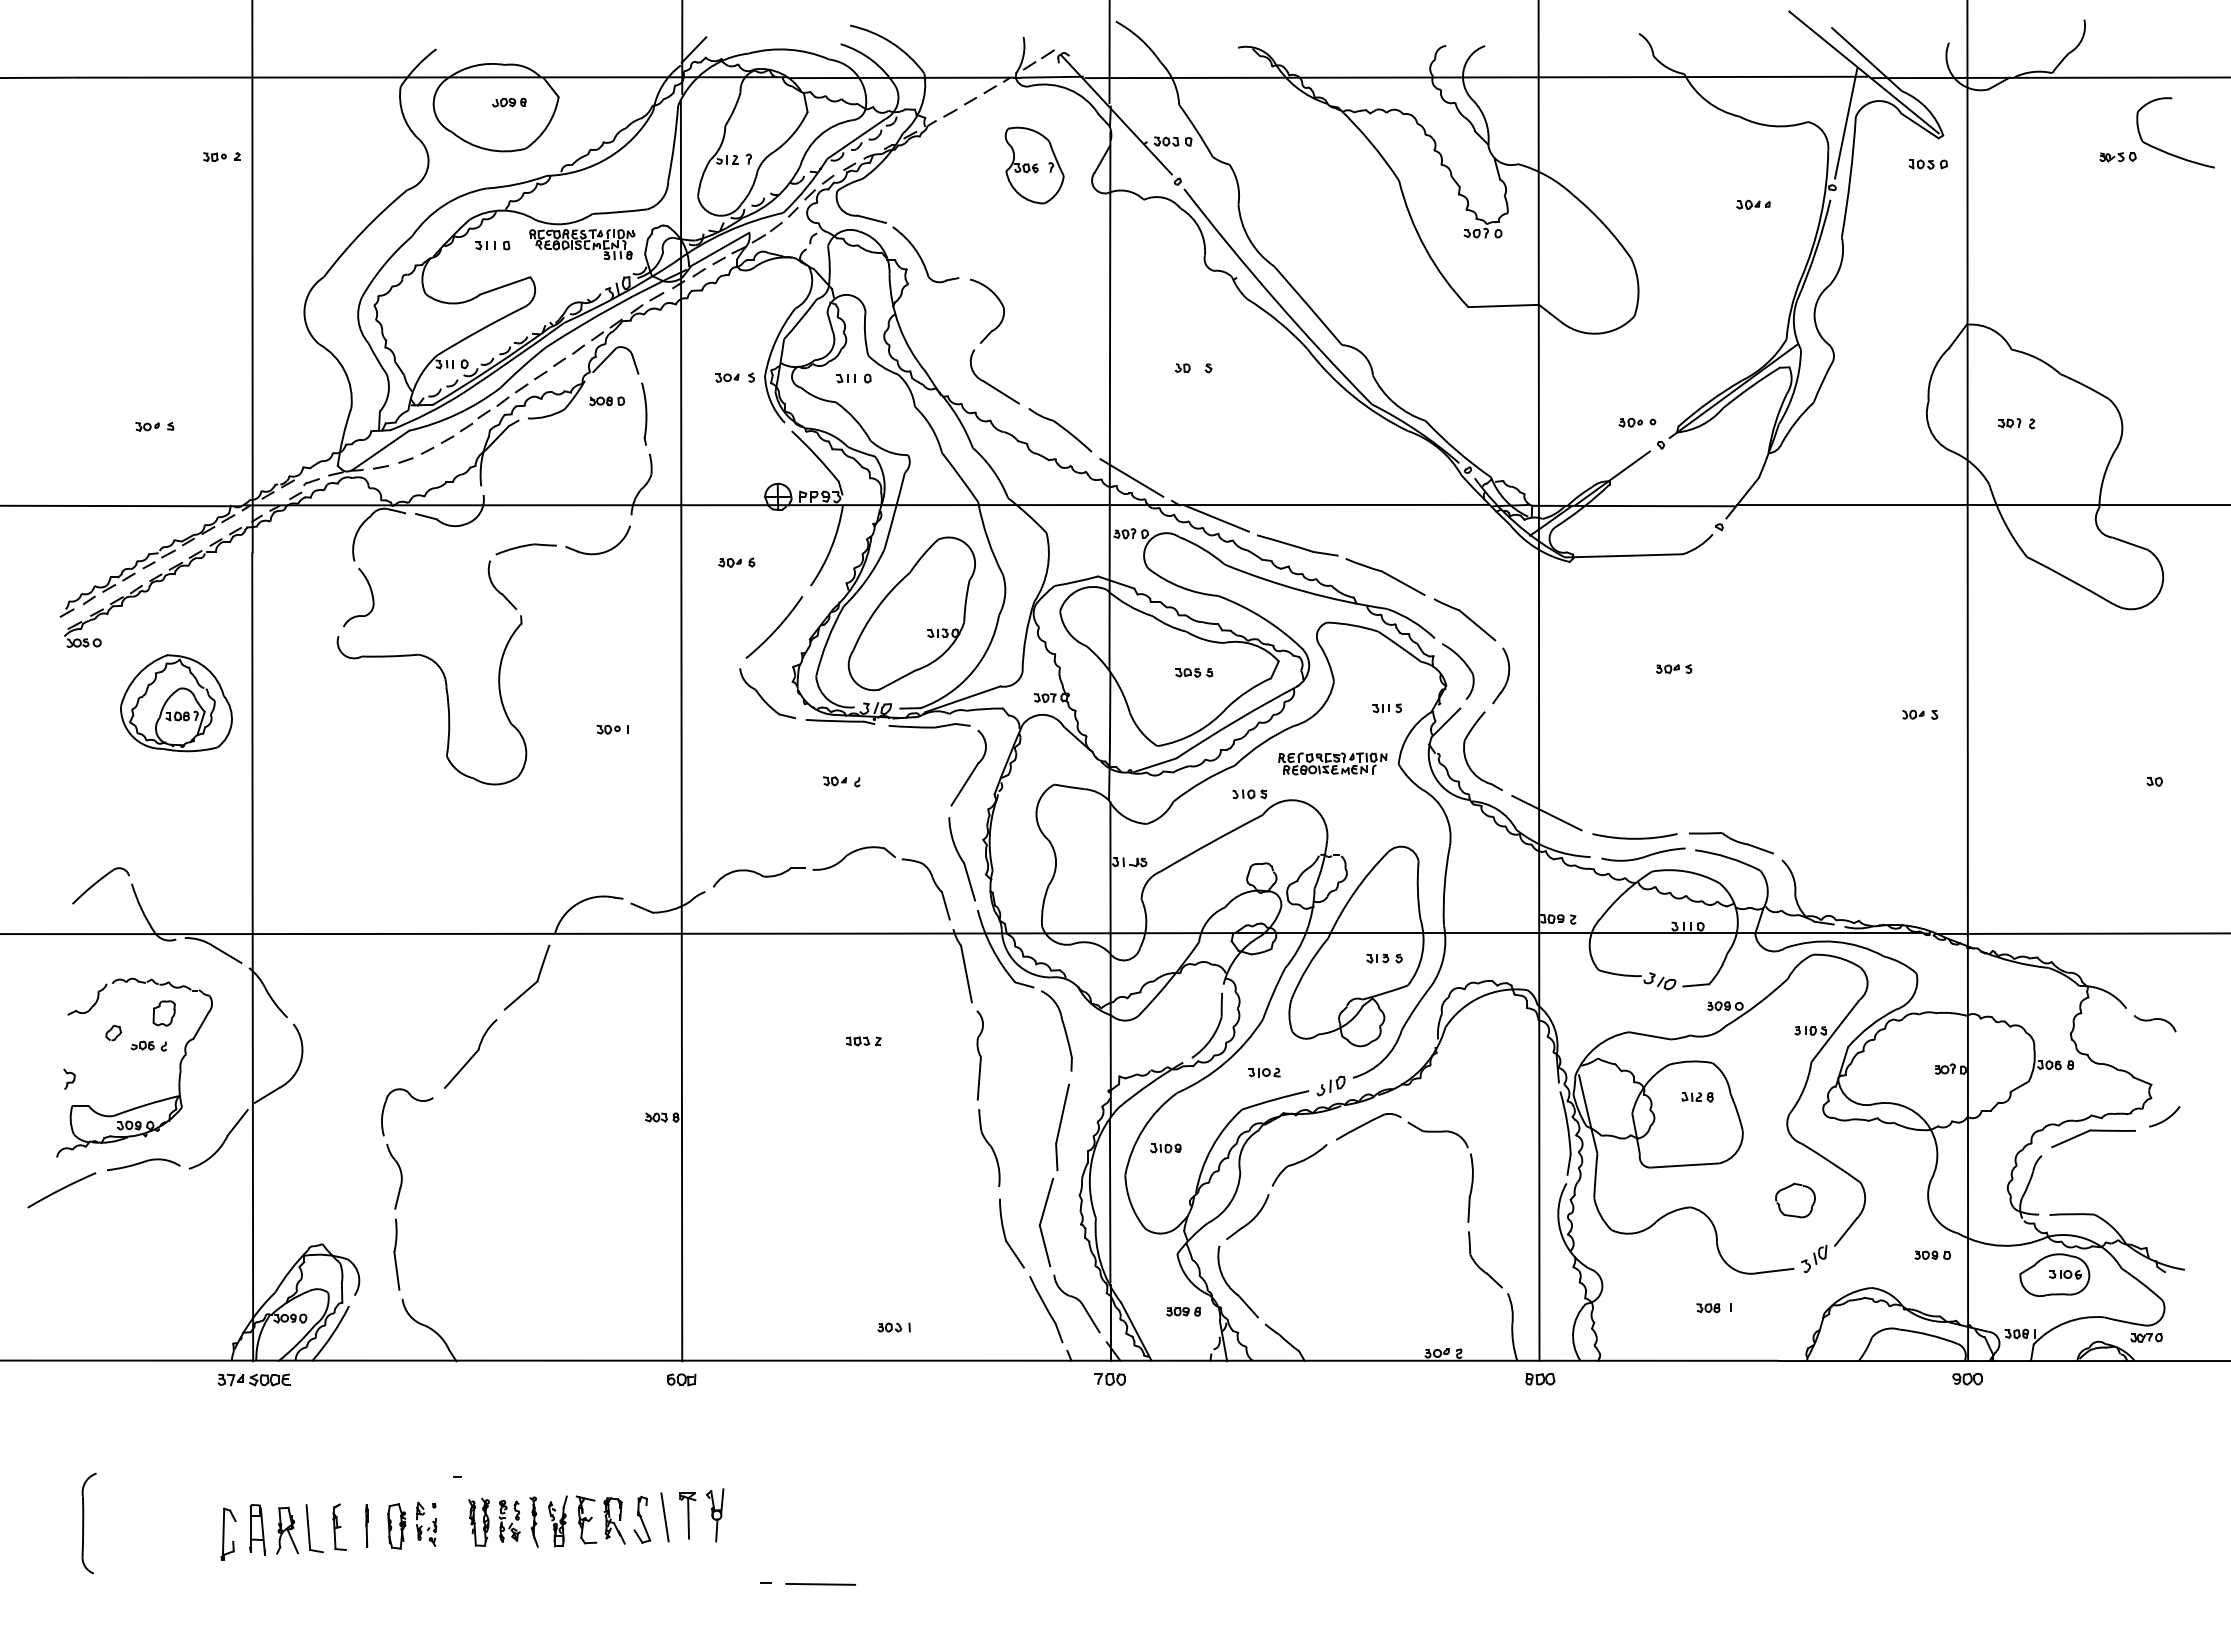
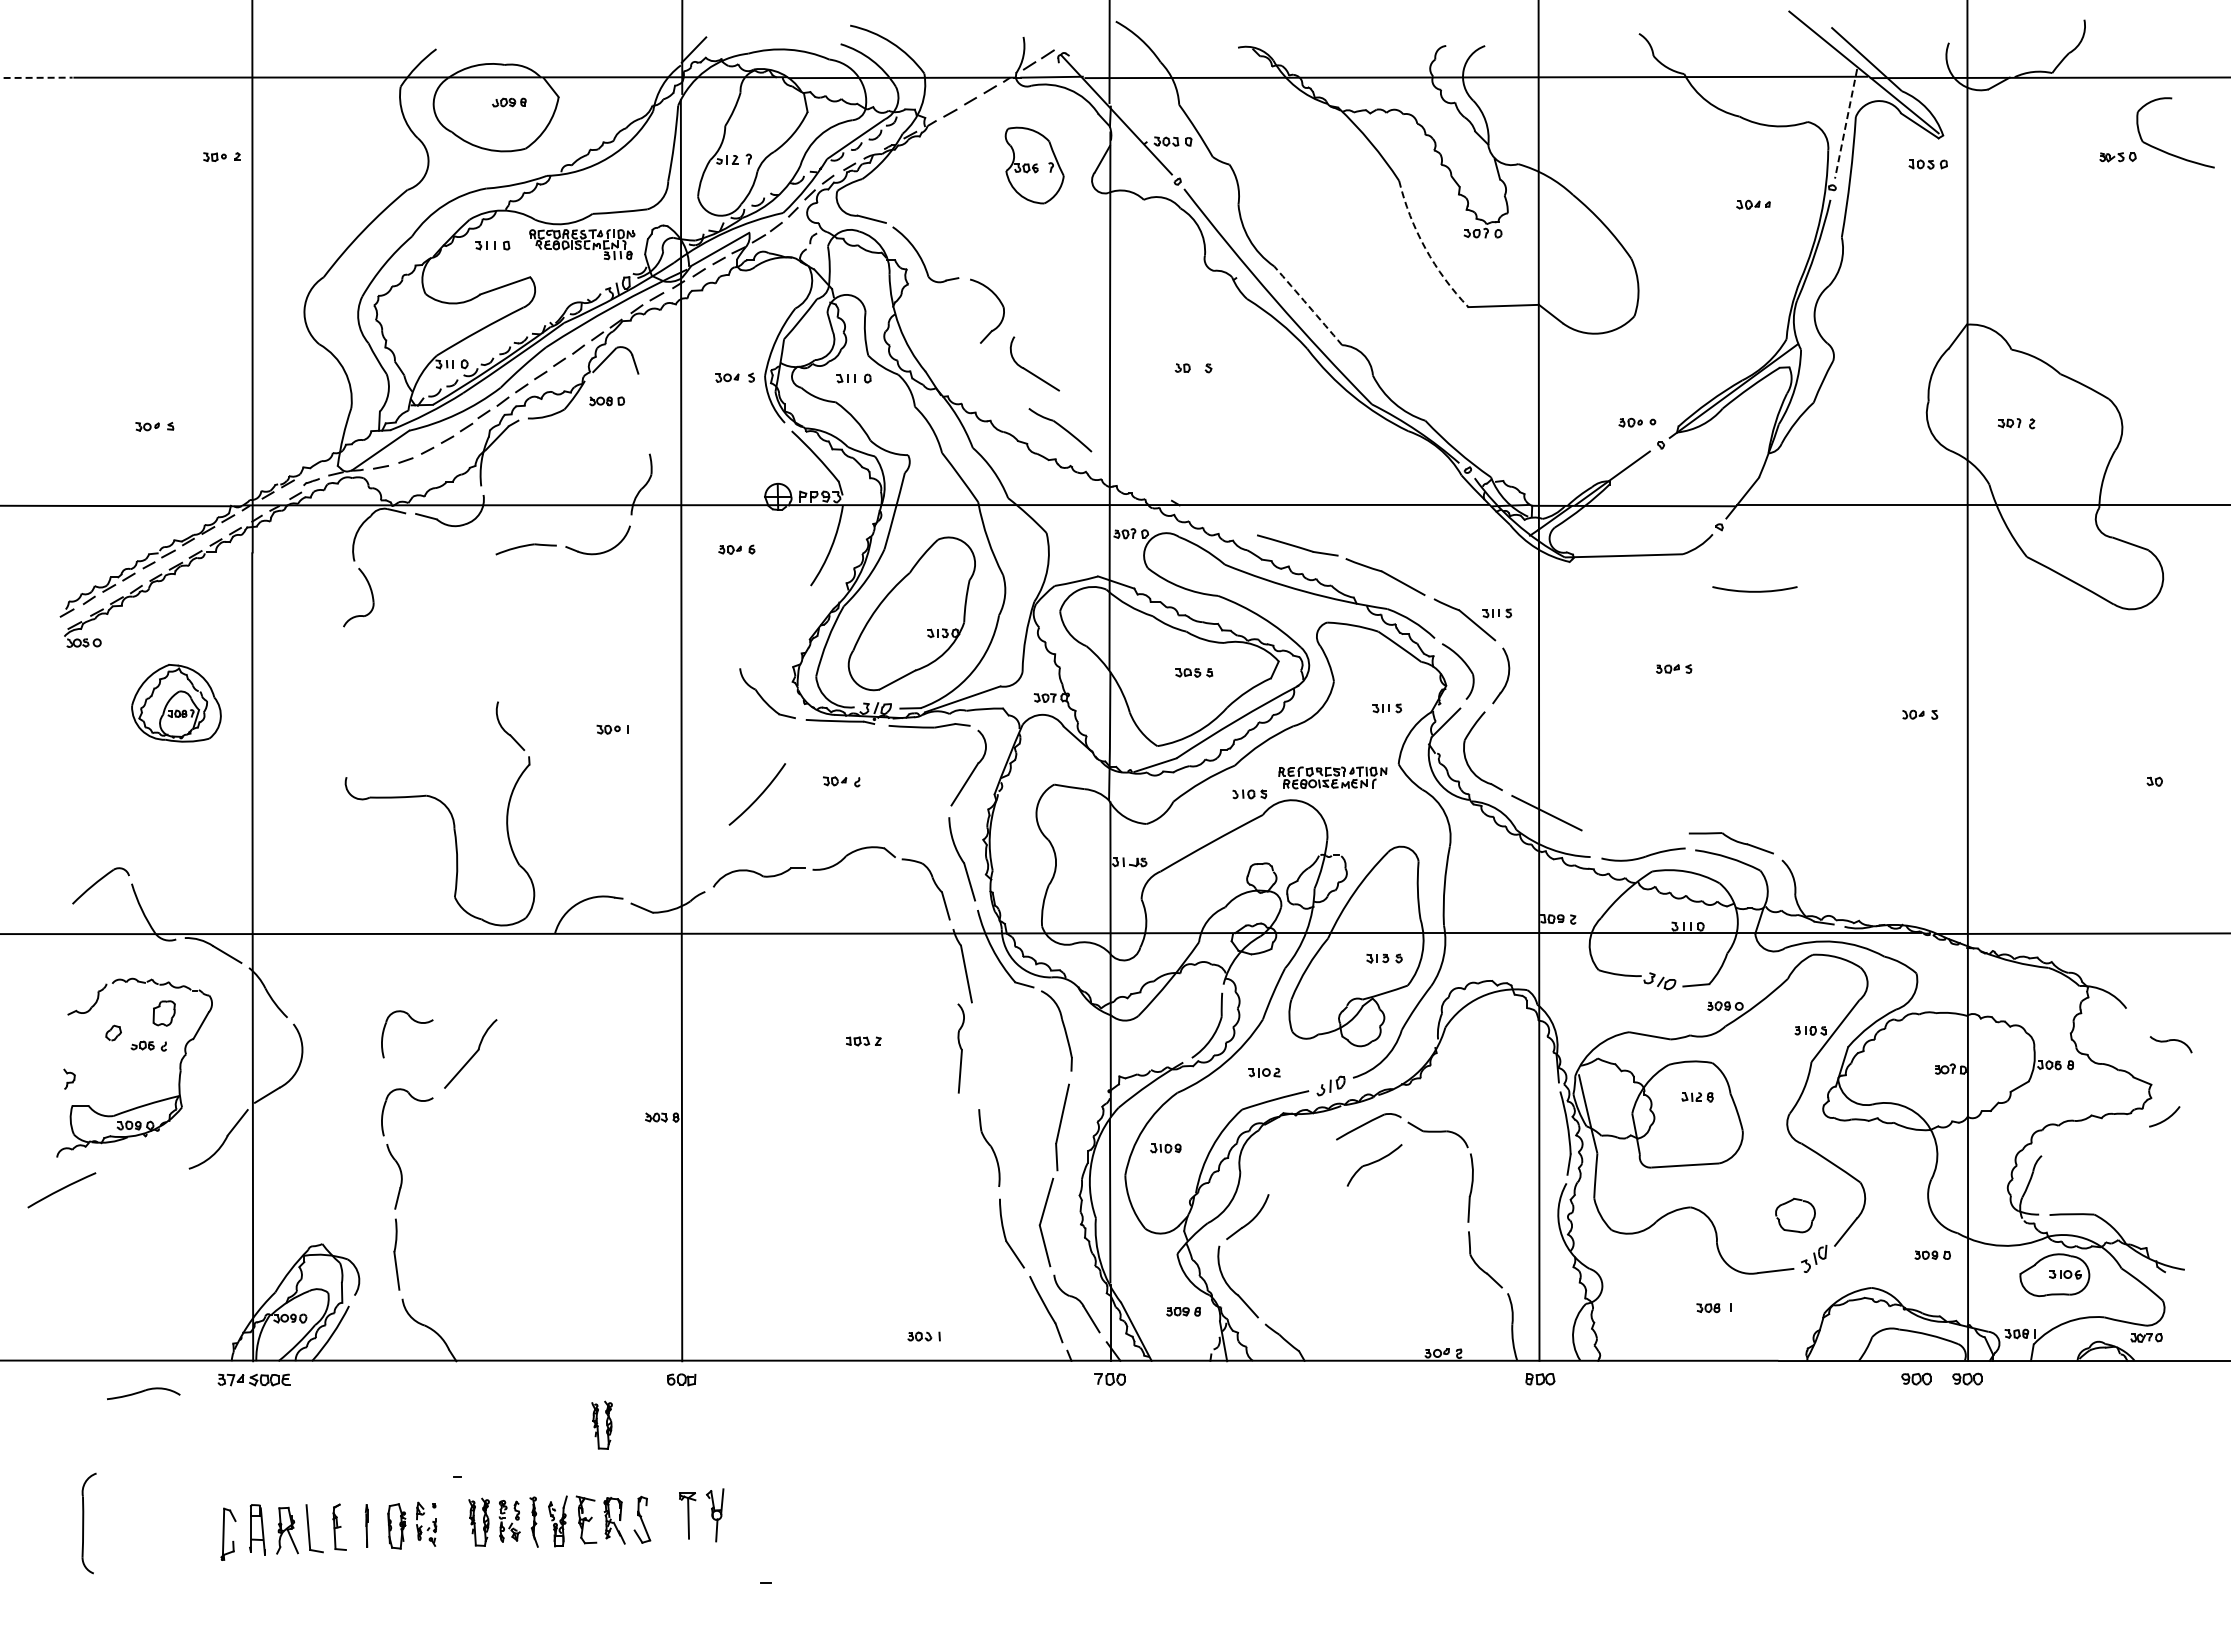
line at (36, 77): solid -> dashed
line at (1846, 123): solid -> dashed
arc at (1425, 248): solid -> dashed
arc at (1308, 305): solid -> dashed
part at (989, 383) position: (989, 383) -> (1029, 370)
part at (644, 413): present -> none
line at (1131, 477): present -> none
line at (1216, 518): present -> none
part at (736, 562) position: (736, 562) -> (736, 549)
part at (1497, 613): none -> present
arc at (775, 629) position: (775, 629) -> (758, 796)
part at (437, 666) position: (437, 666) -> (445, 807)
part at (176, 703) size: 113x99 px -> 91x79 px
part at (1332, 763) position: (1332, 763) -> (1332, 777)
arc at (1634, 837) position: (1634, 837) -> (1754, 590)
part at (533, 983): present -> none
part at (413, 1021): none -> present
part at (2154, 1023) position: (2154, 1023) -> (2170, 1044)
part at (979, 1055) position: (979, 1055) -> (960, 1048)
part at (2093, 1131): present -> none
part at (143, 1164) position: (143, 1164) -> (143, 1393)
part at (1299, 1165) position: (1299, 1165) -> (1374, 1165)
part at (1795, 1200) position: (1795, 1200) -> (1795, 1215)
part at (893, 1327) position: (893, 1327) -> (923, 1336)
part at (1916, 1378): none -> present
part at (601, 1424): none -> present
line at (664, 1517): present -> none
line at (820, 1583): present -> none
